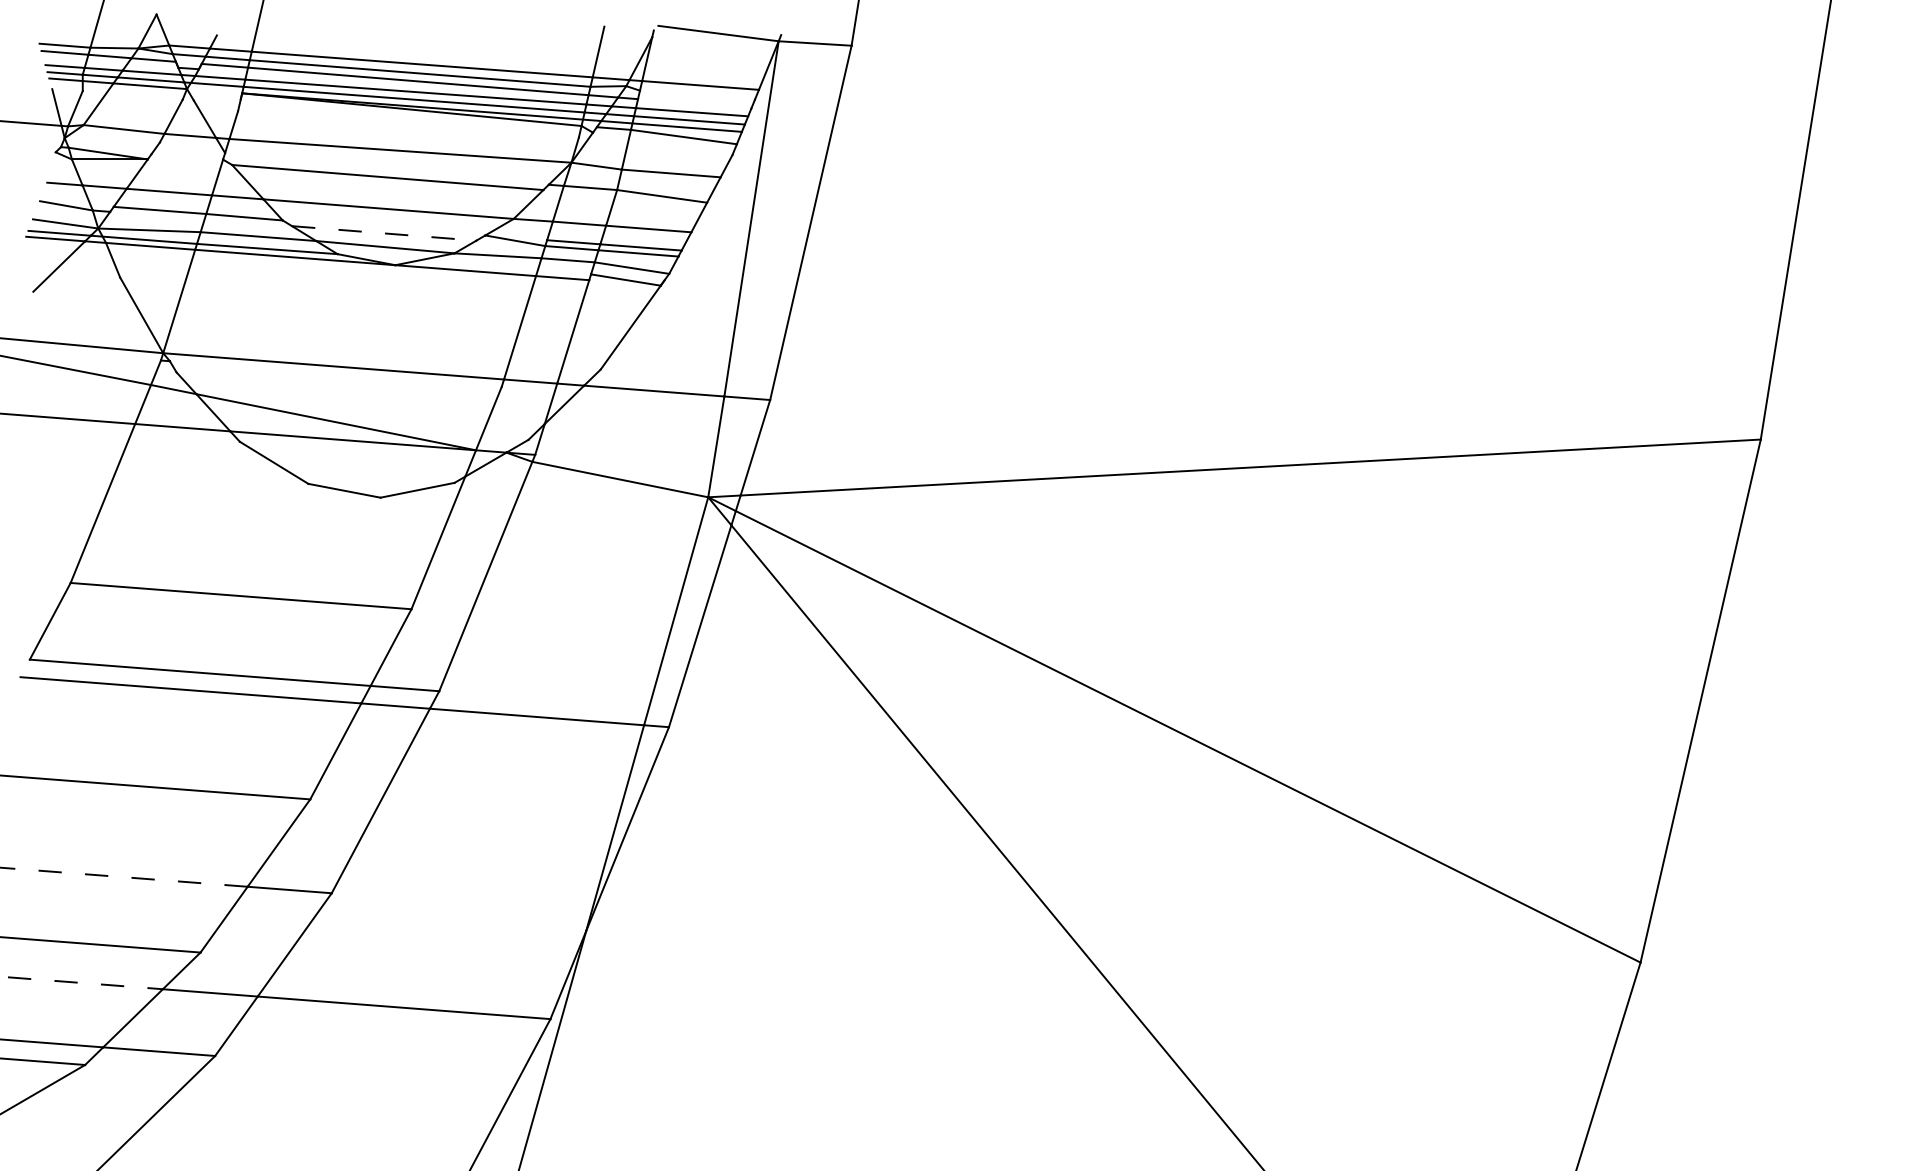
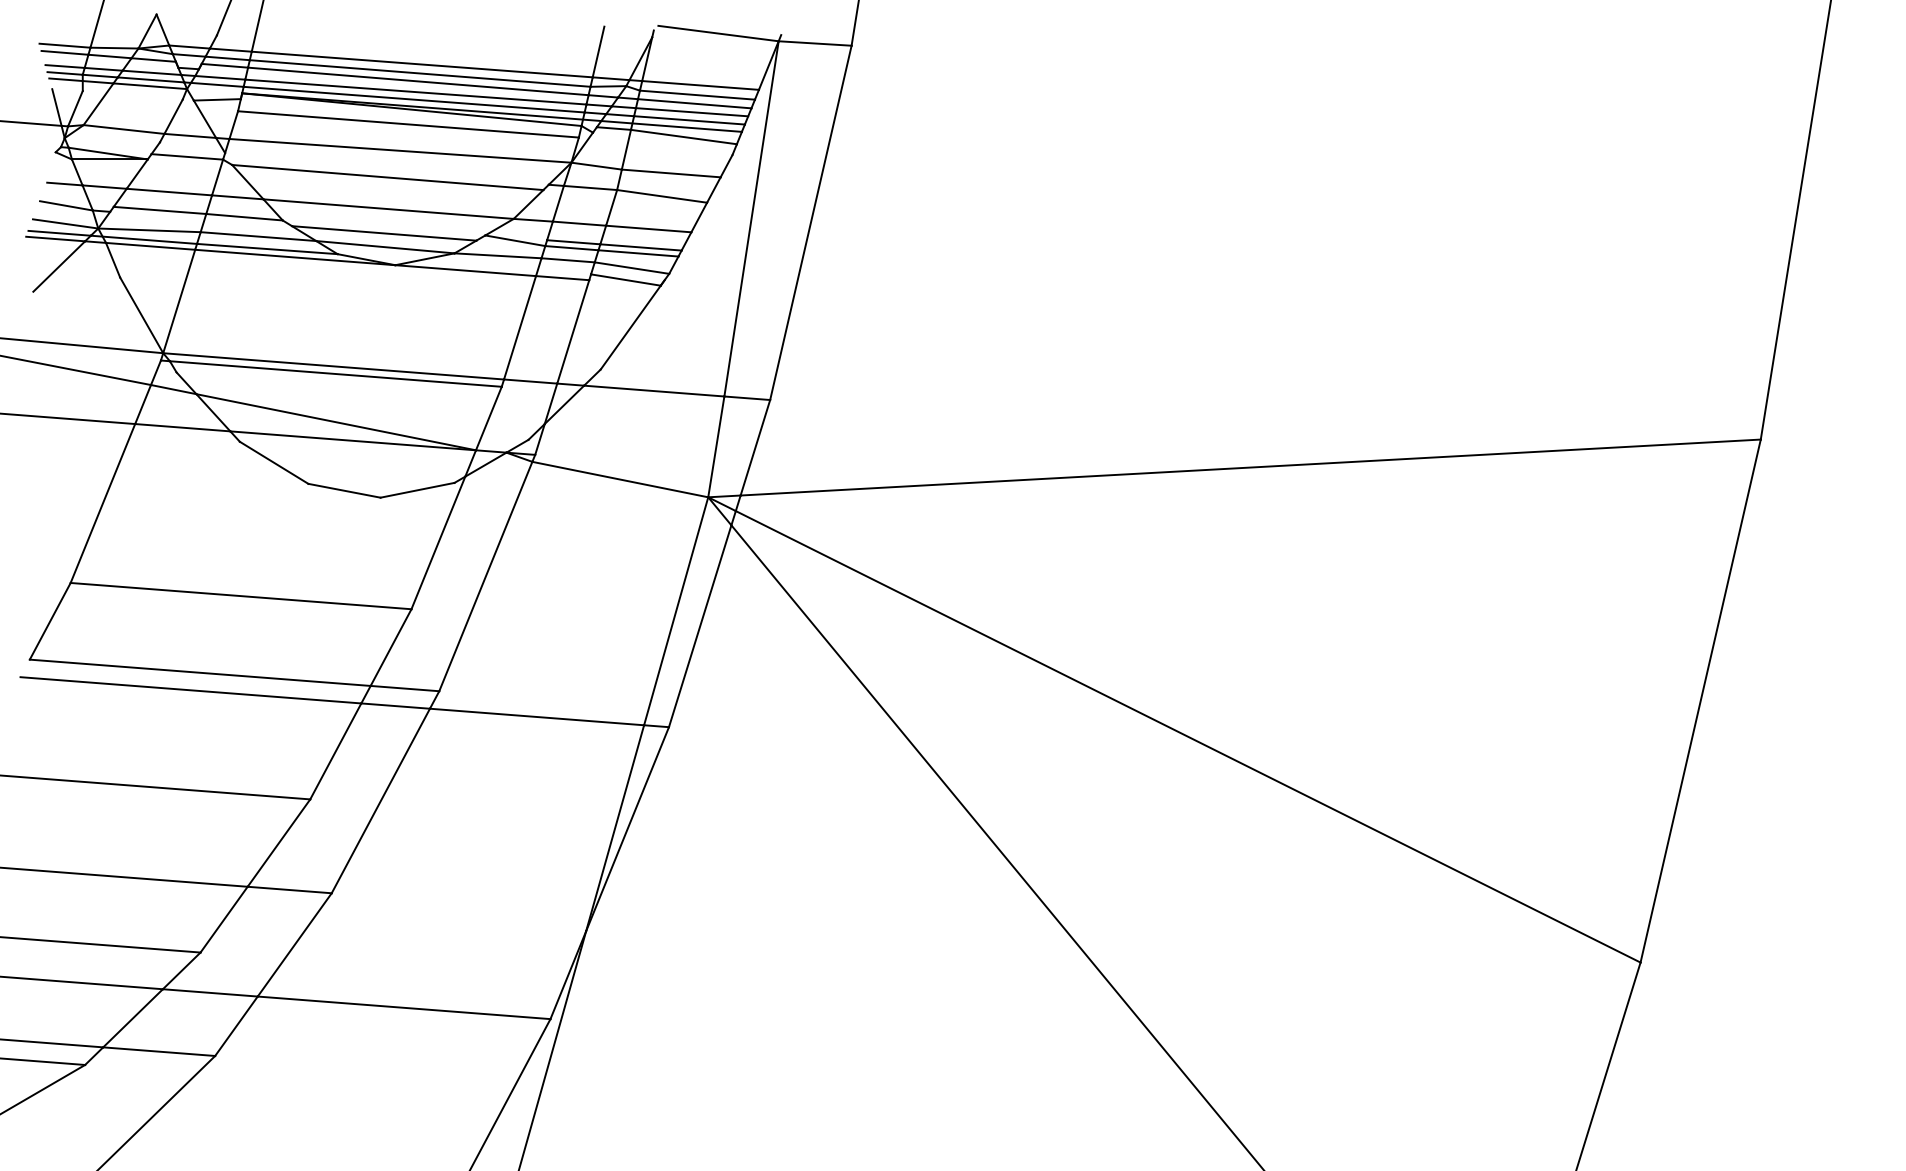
line at (223, 18): none -> present
line at (696, 94): none -> present
line at (216, 99): none -> present
line at (694, 103): none -> present
line at (408, 124): none -> present
line at (187, 156): none -> present
line at (384, 233): dashed -> solid
line at (335, 373): none -> present
line at (124, 877): dashed -> solid
line at (82, 983): dashed -> solid
